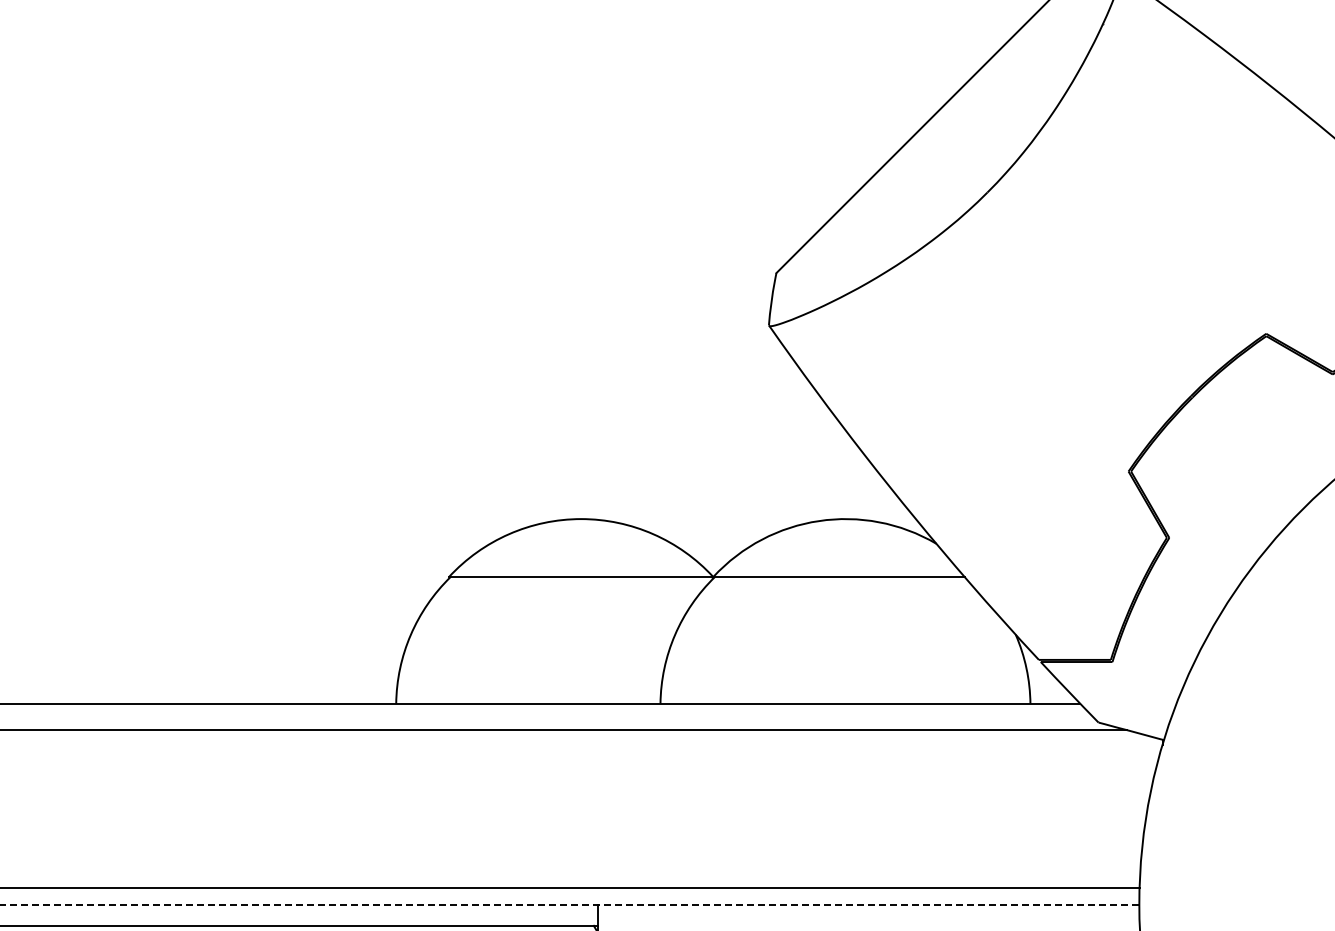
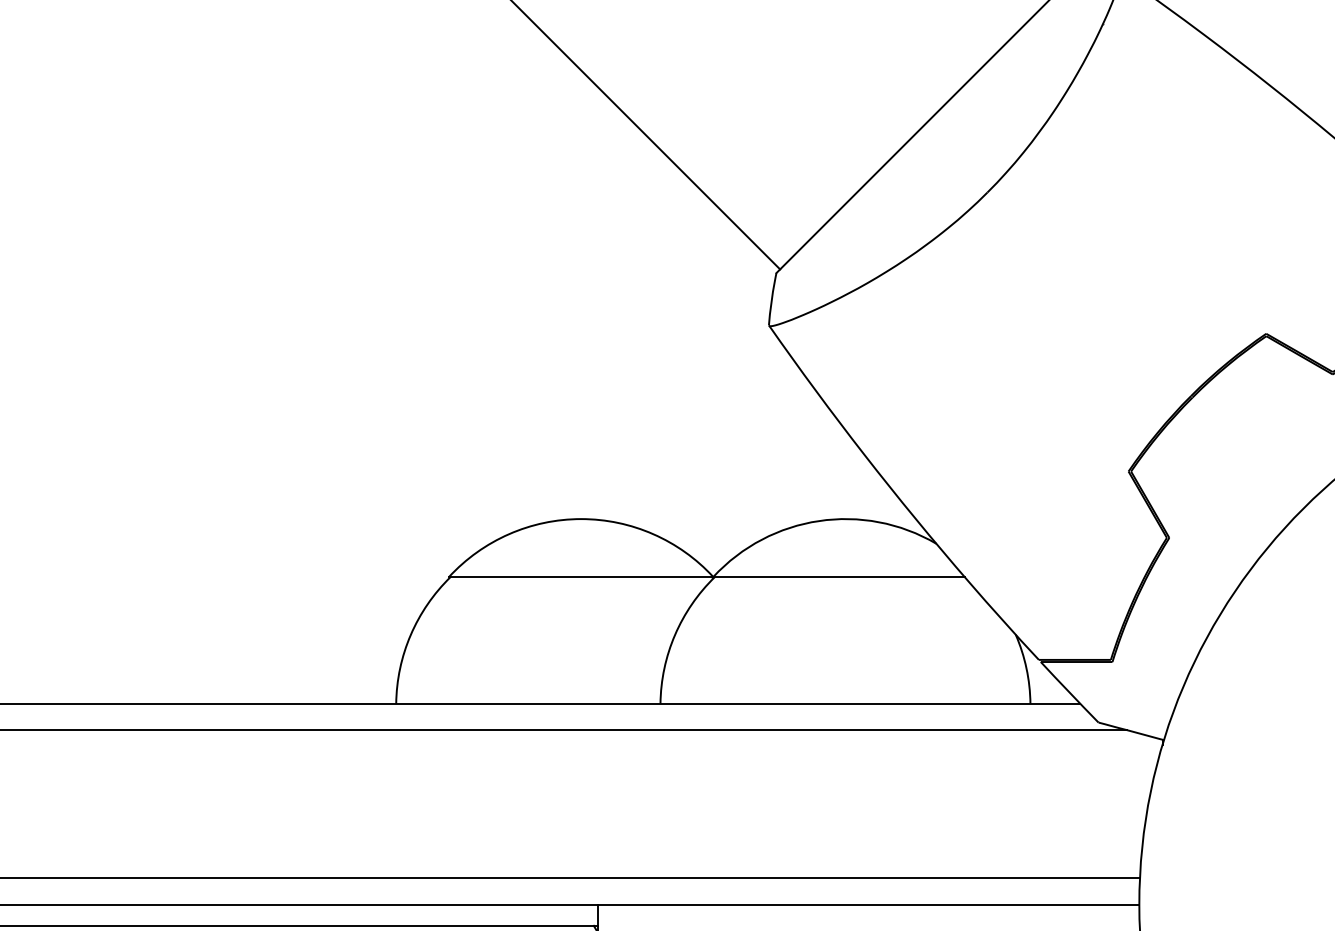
line at (646, 135): none -> present
line at (570, 888) position: (570, 888) -> (570, 878)
line at (569, 904): dashed -> solid
